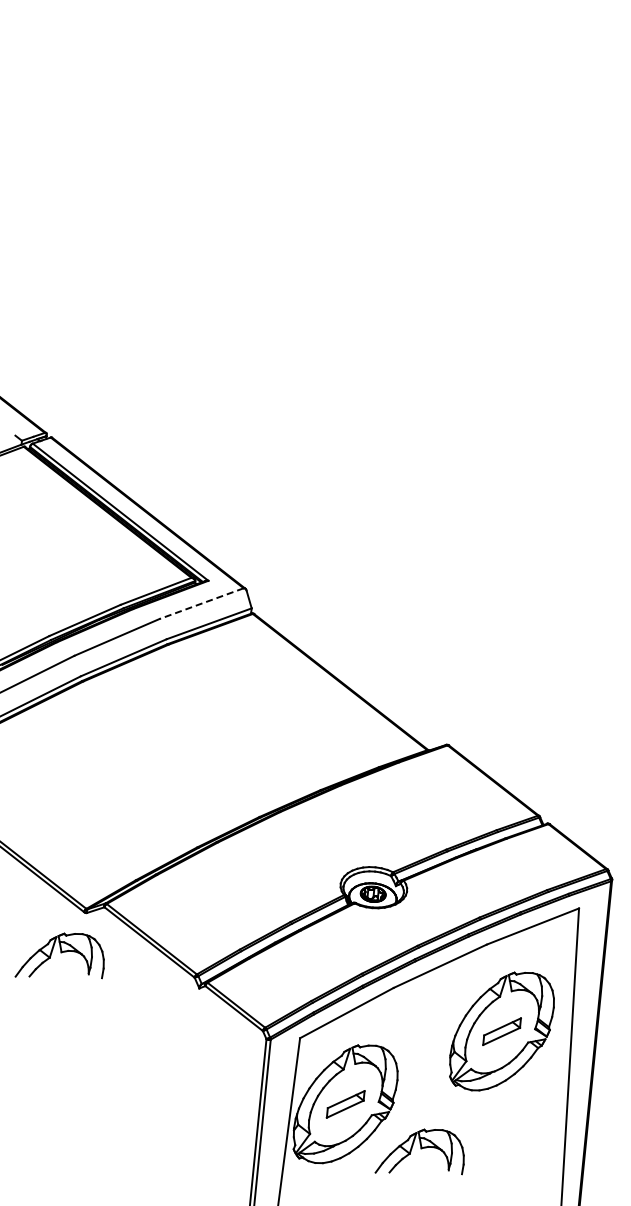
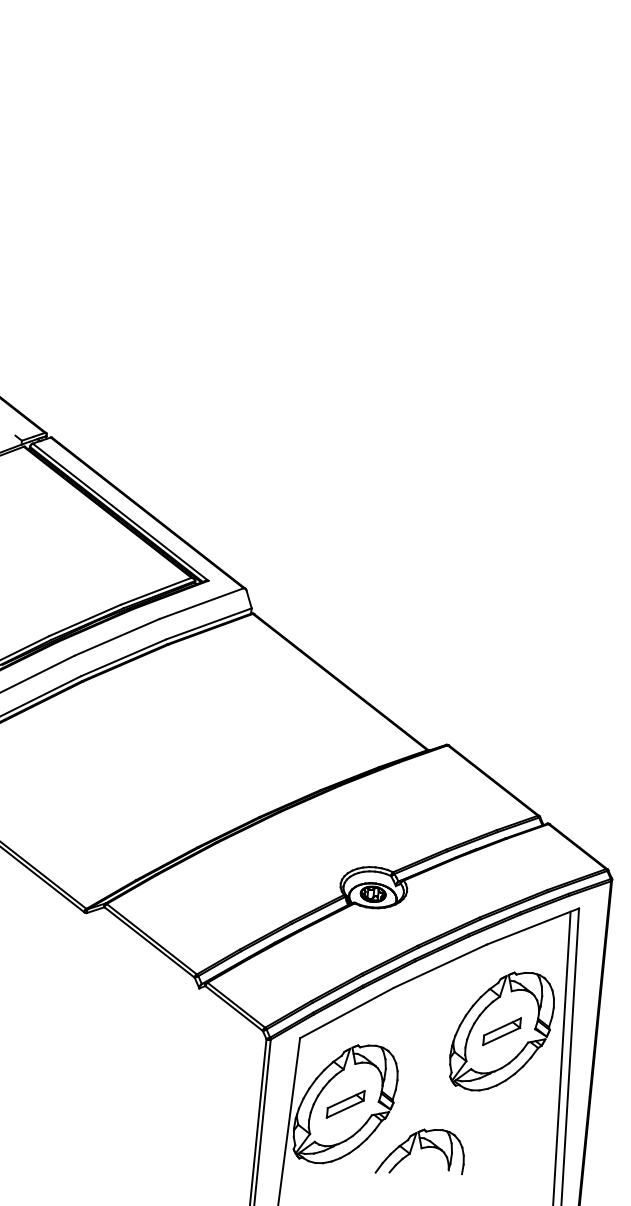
line at (201, 603): dashed -> solid
part at (59, 955): present -> none
line at (561, 1056): none -> present
